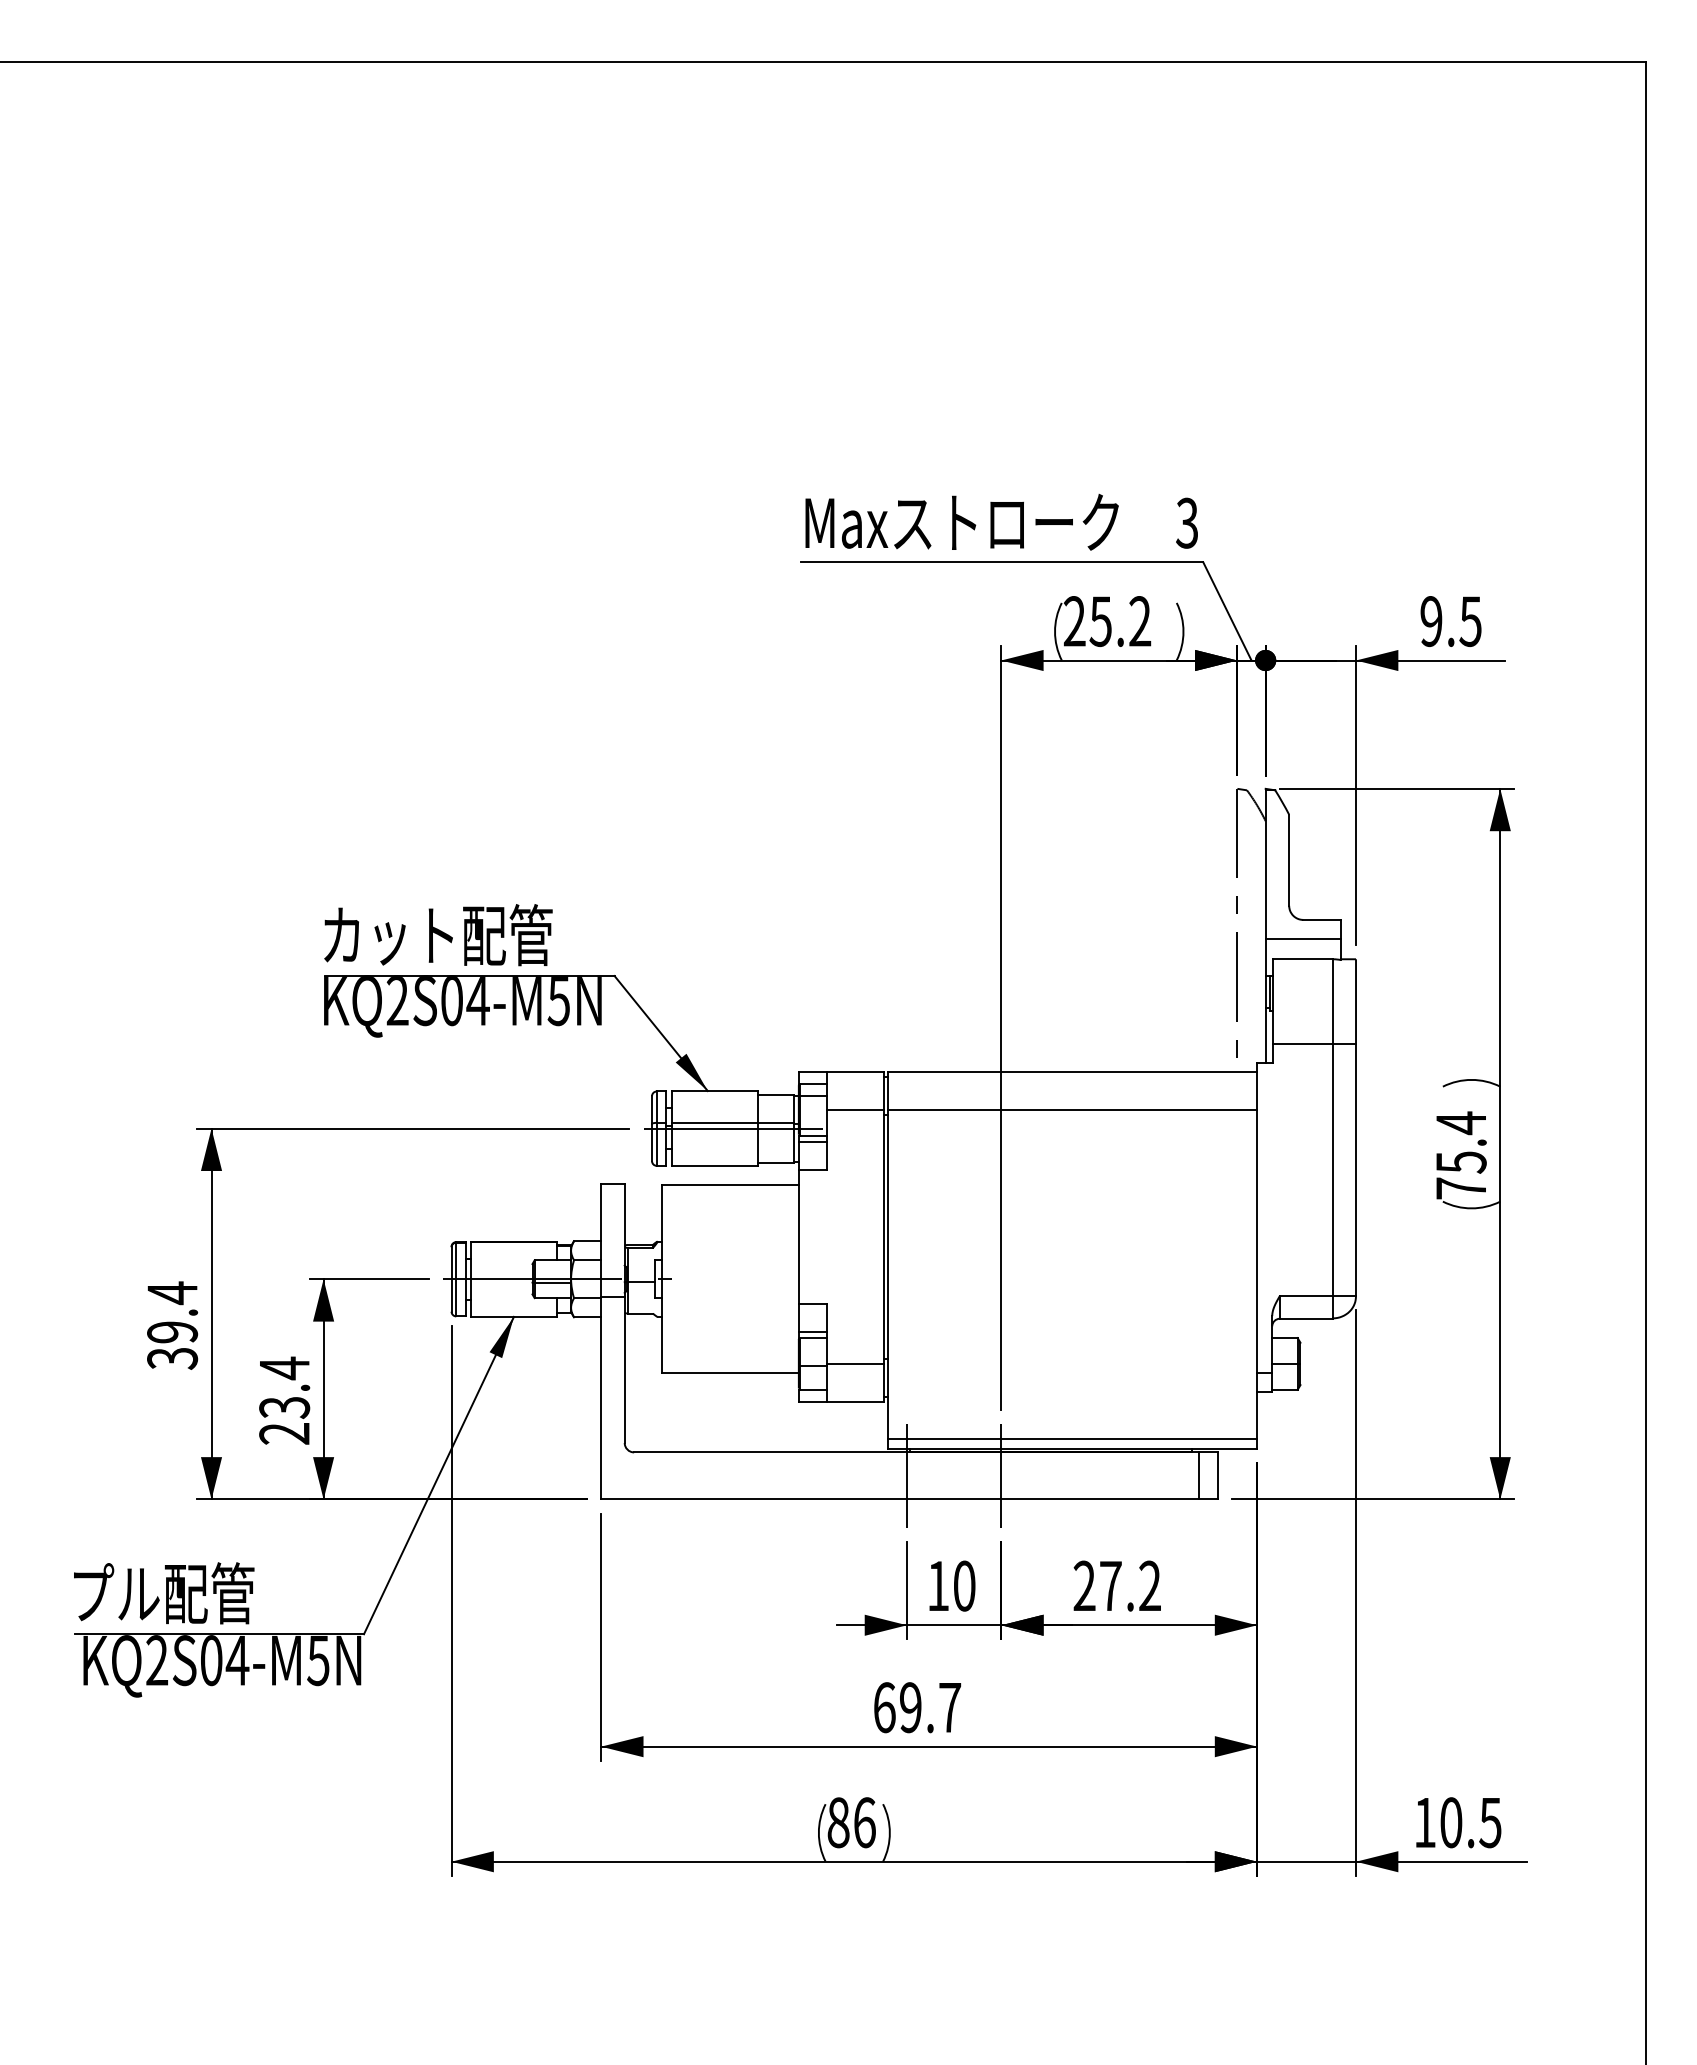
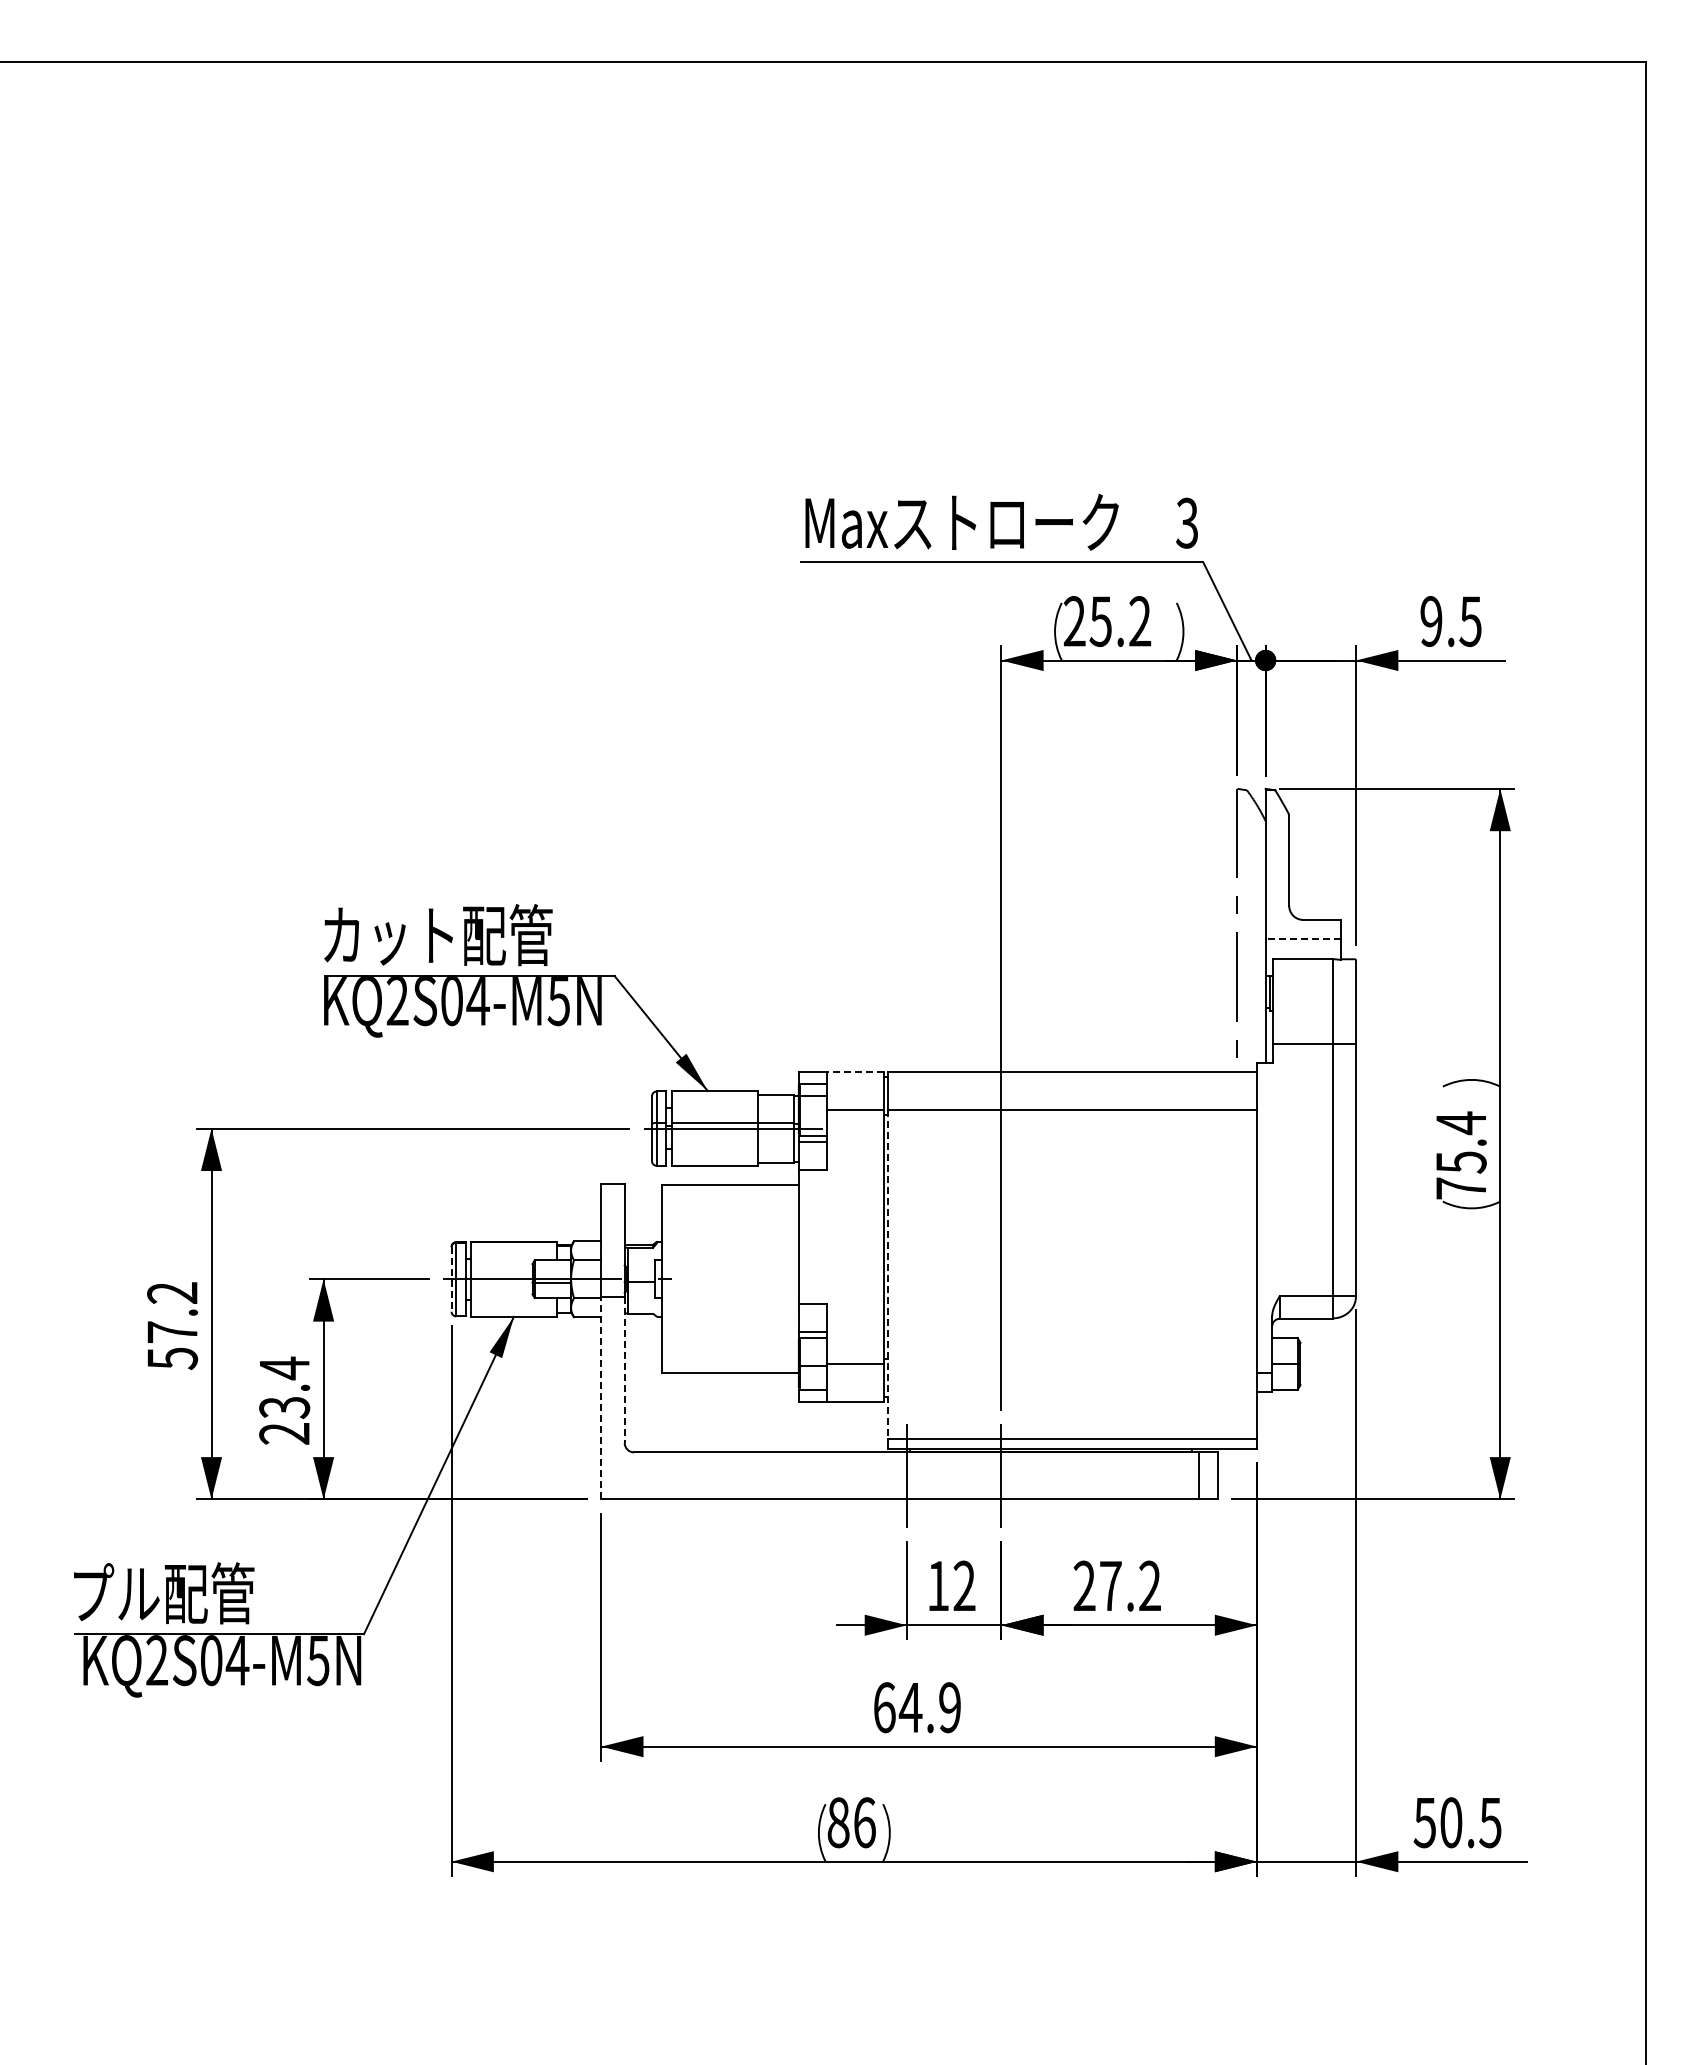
line at (1303, 939): solid -> dashed
line at (854, 1072): solid -> dashed
line at (888, 1274): solid -> dashed
line at (451, 1280): solid -> dashed
text at (172, 1325): 39.4 -> 57.2
line at (624, 1370): solid -> dashed
line at (601, 1397): solid -> dashed
text at (964, 1585): 10 -> 12
text at (929, 1707): 69.7 -> 64.9
text at (1424, 1823): 10.5 -> 50.5
